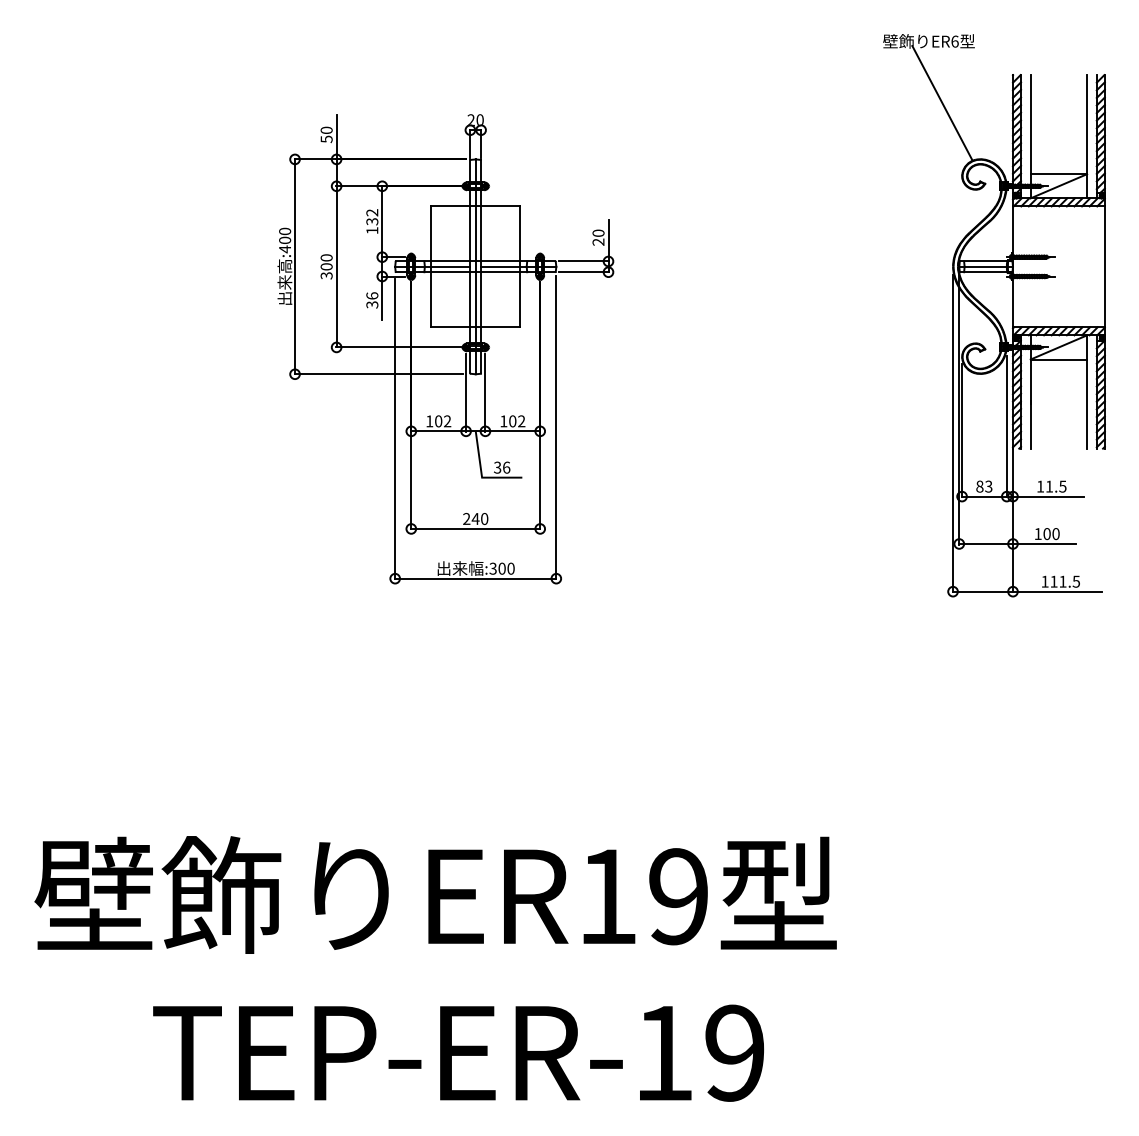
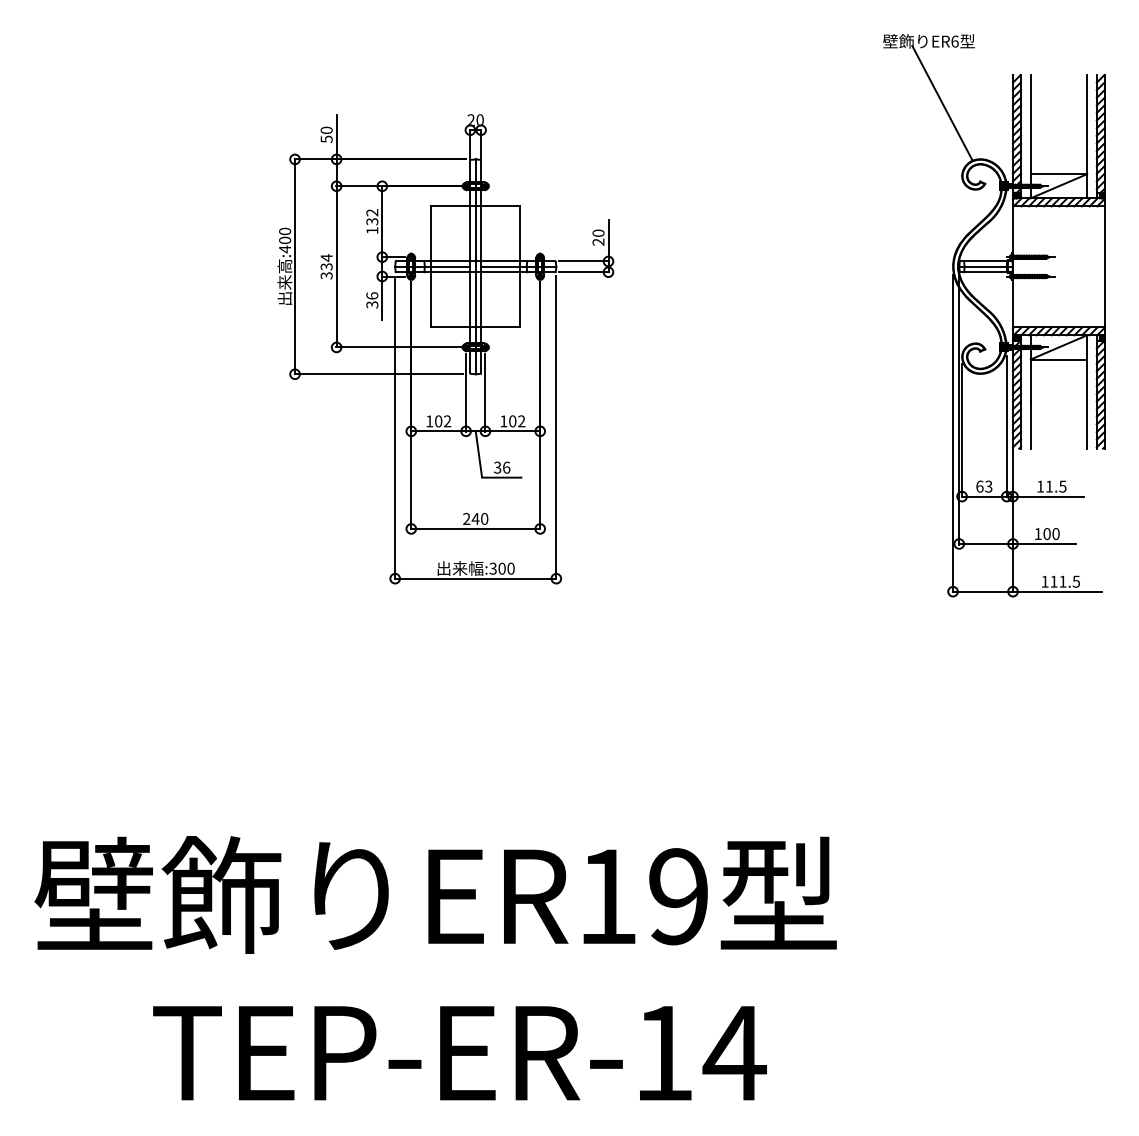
text at (326, 262): 300 -> 334
text at (979, 486): 83 -> 63
text at (734, 1052): TEP-ER-19 -> TEP-ER-14
